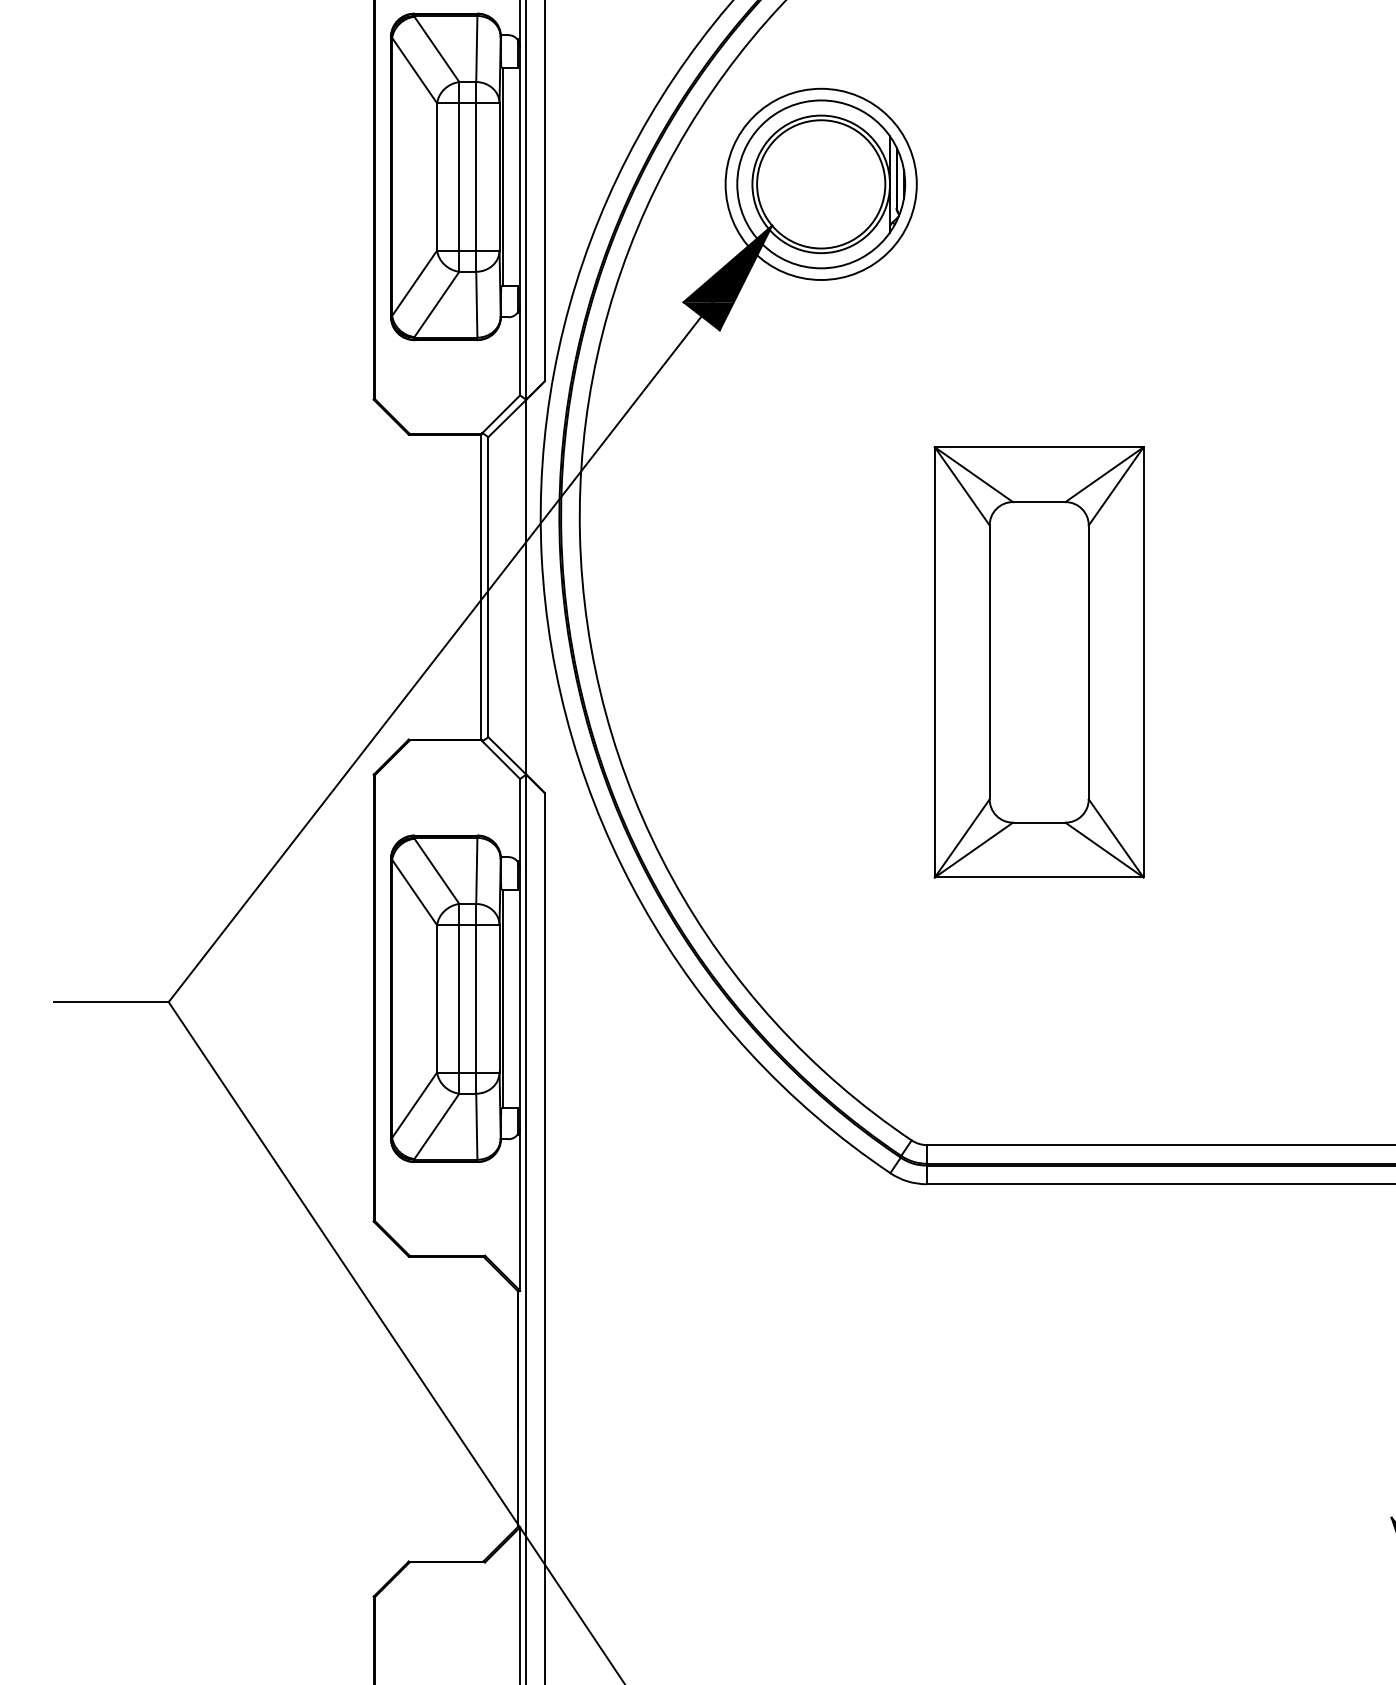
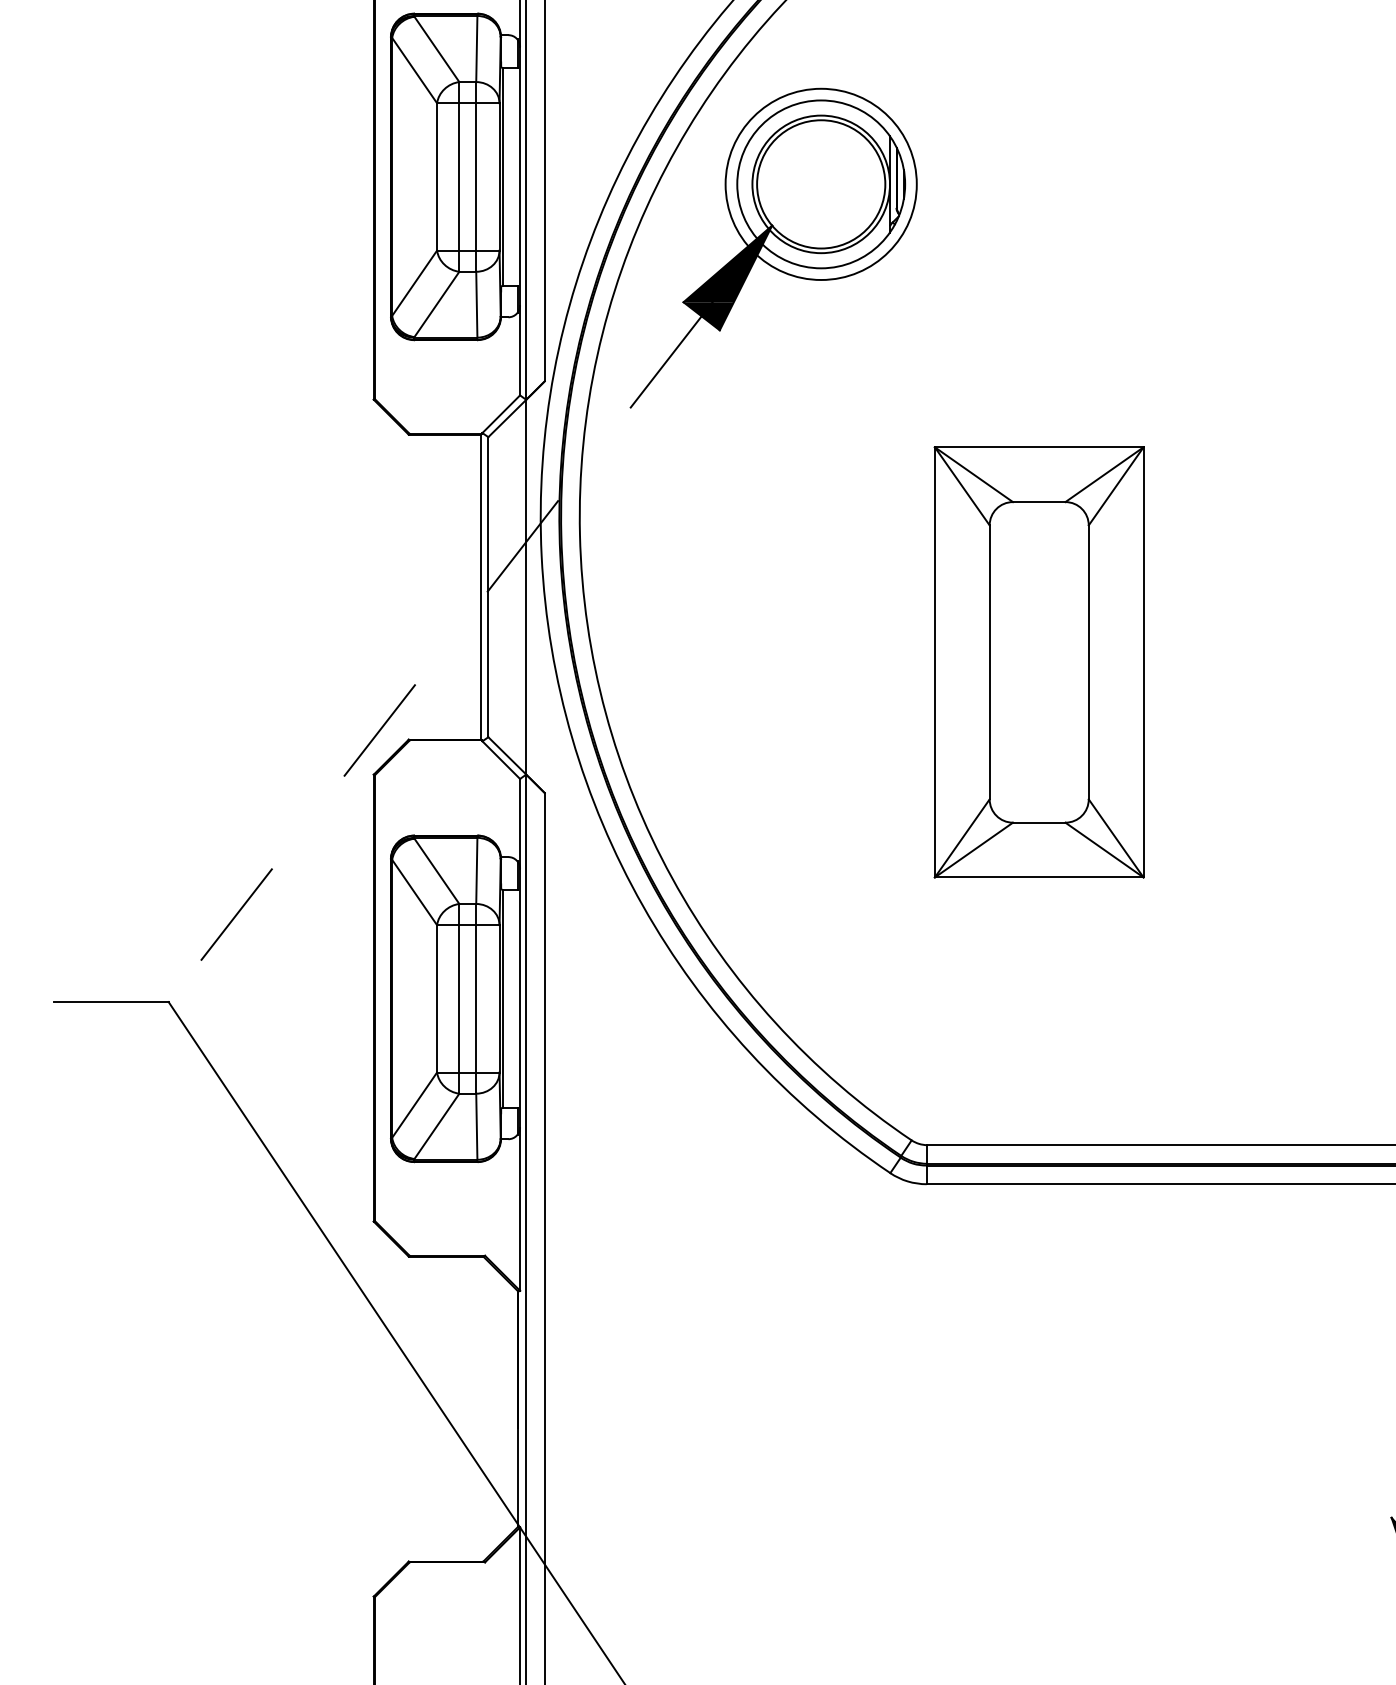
line at (434, 659): solid -> dashed
